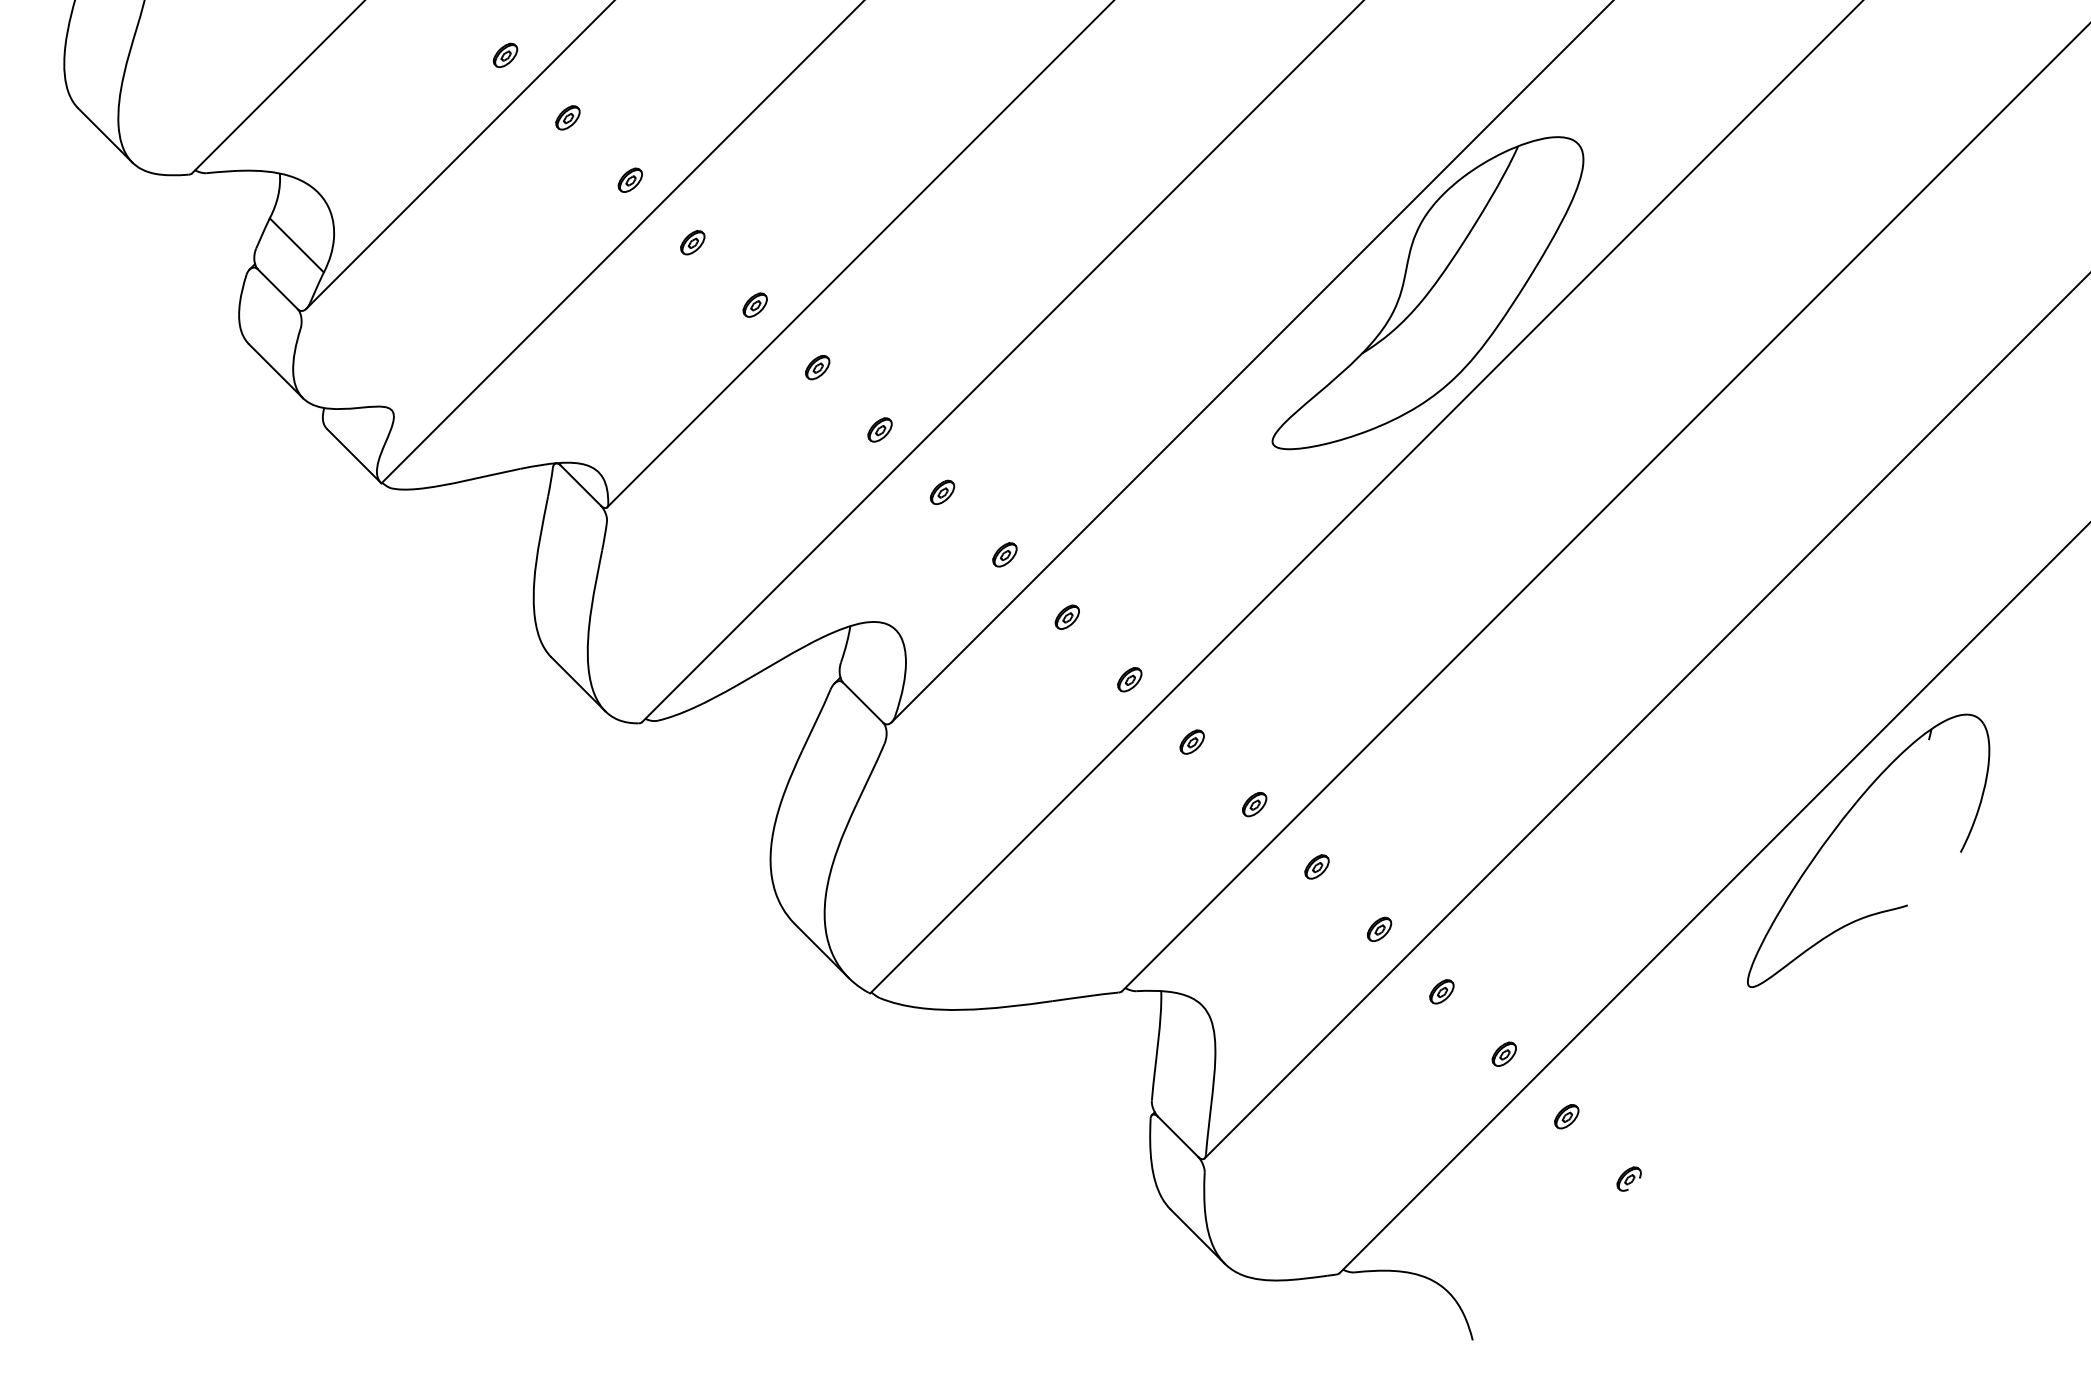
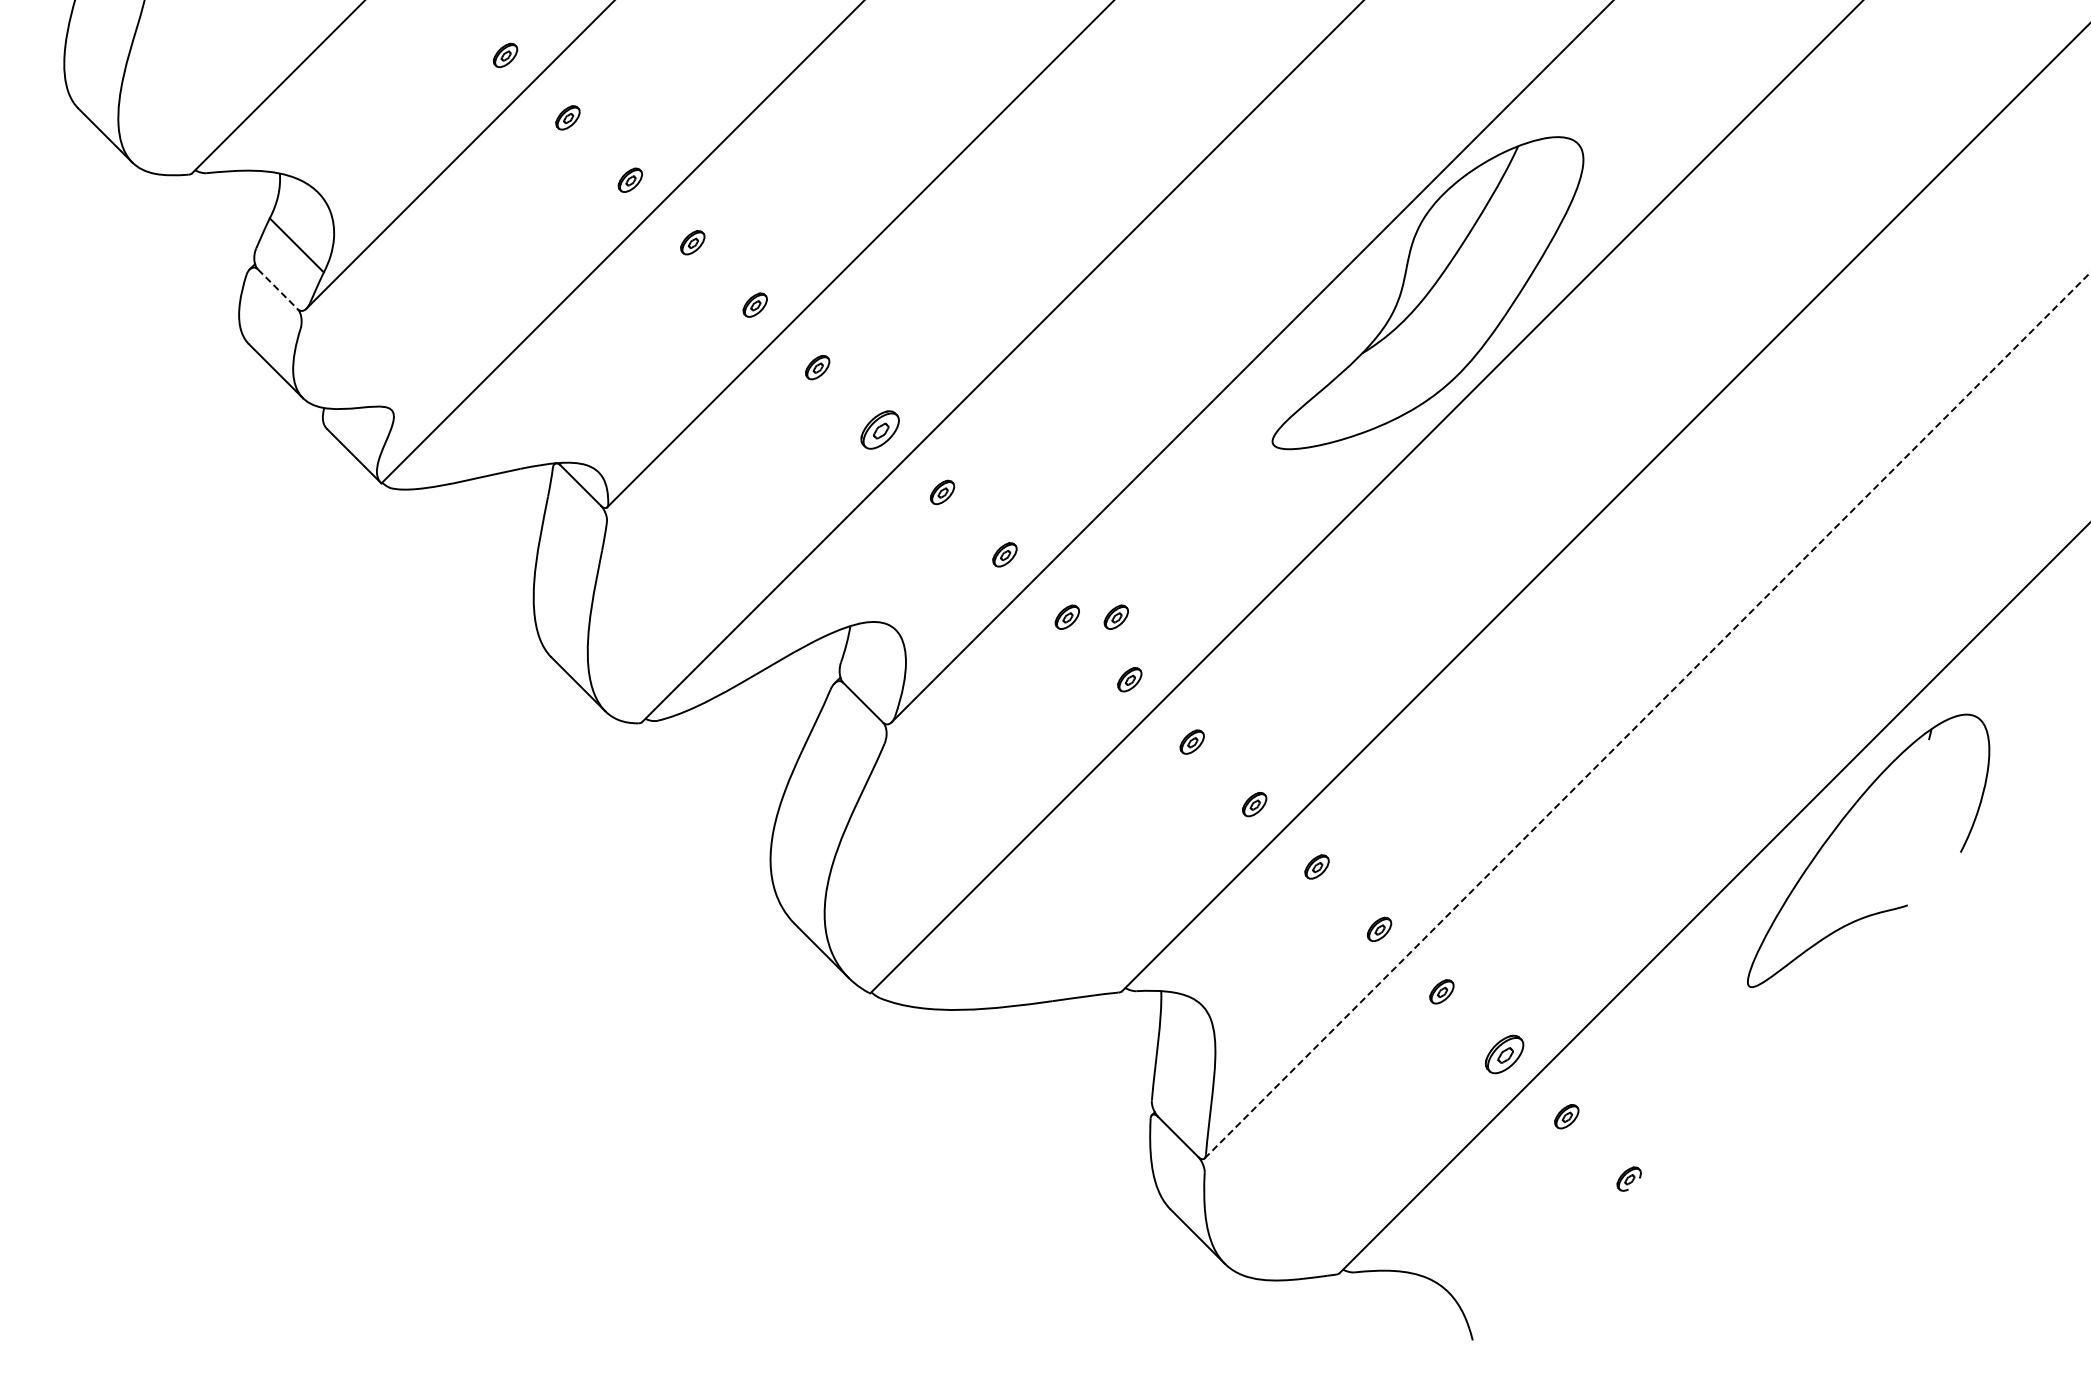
line at (278, 289): solid -> dashed
part at (879, 429) size: 26x26 px -> 40x40 px
part at (1115, 616): none -> present
line at (1647, 715): solid -> dashed
part at (1503, 1053) size: 26x26 px -> 40x41 px
